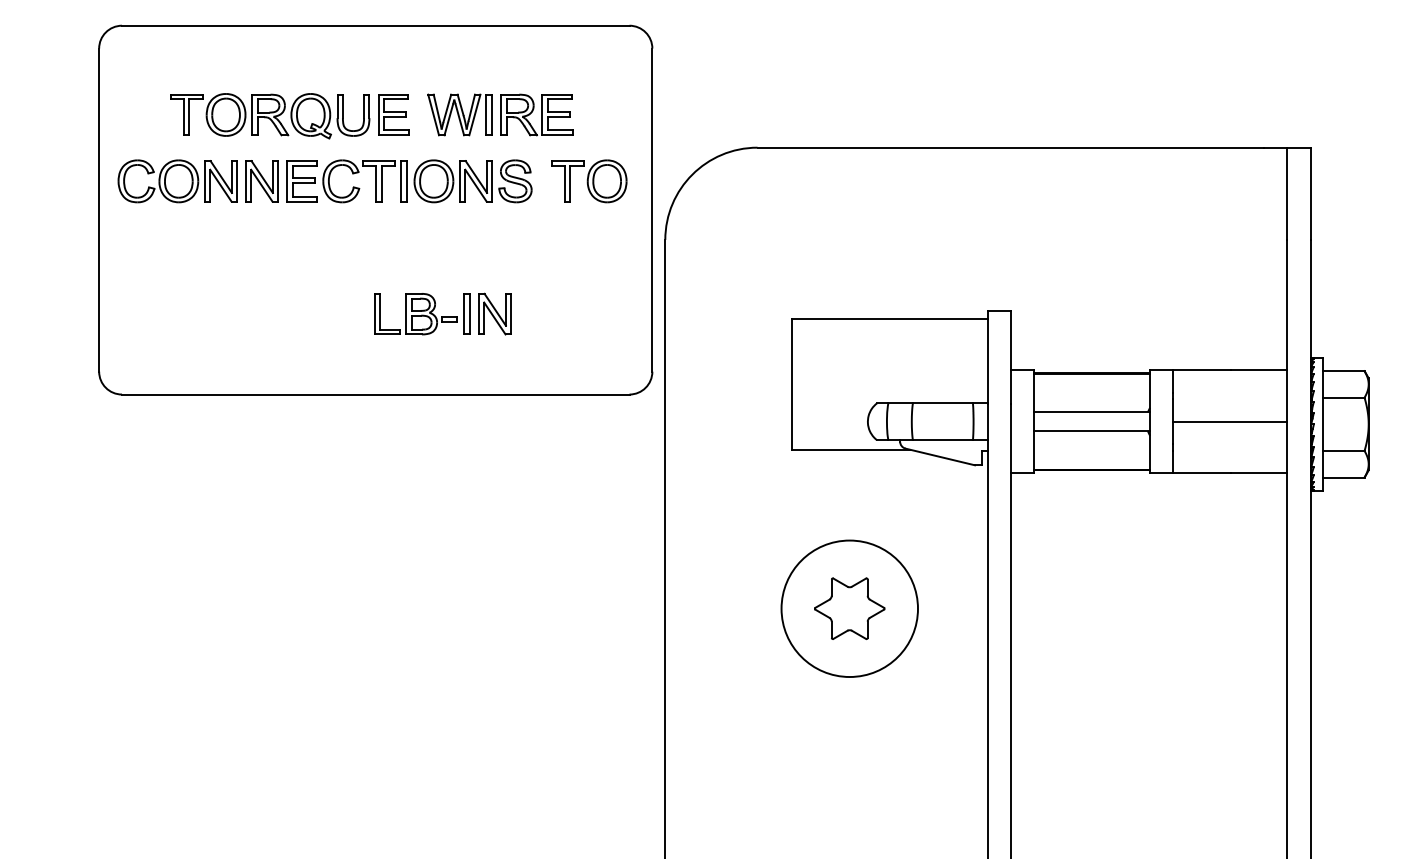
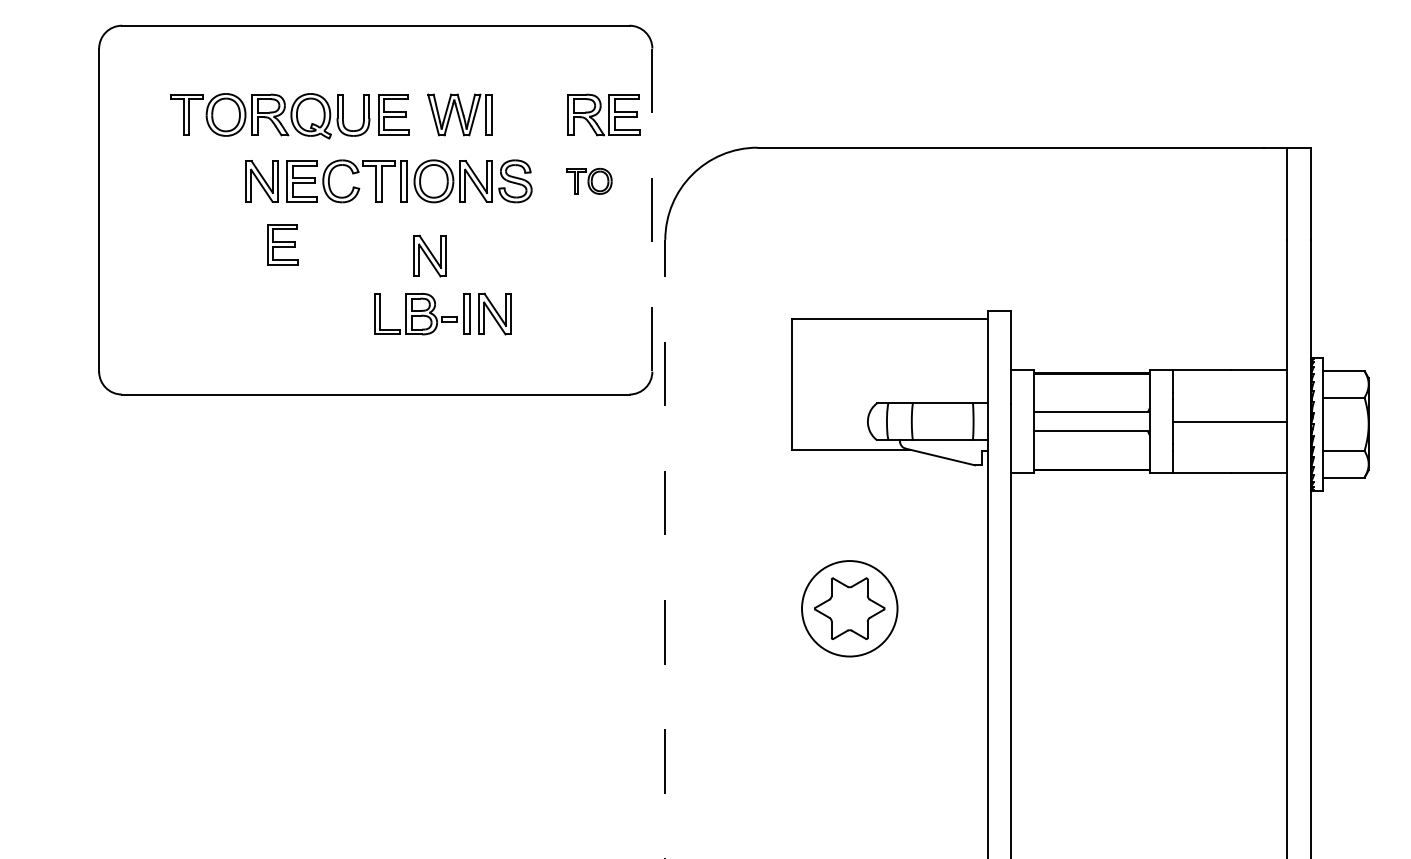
part at (536, 114) position: (536, 114) -> (603, 114)
part at (177, 181): present -> none
part at (589, 181) size: 77x45 px -> 47x28 px
line at (652, 210): solid -> dashed
part at (282, 244): none -> present
part at (429, 255): none -> present
line at (665, 548): solid -> dashed
circle at (849, 608) diameter: 136 px -> 96 px
